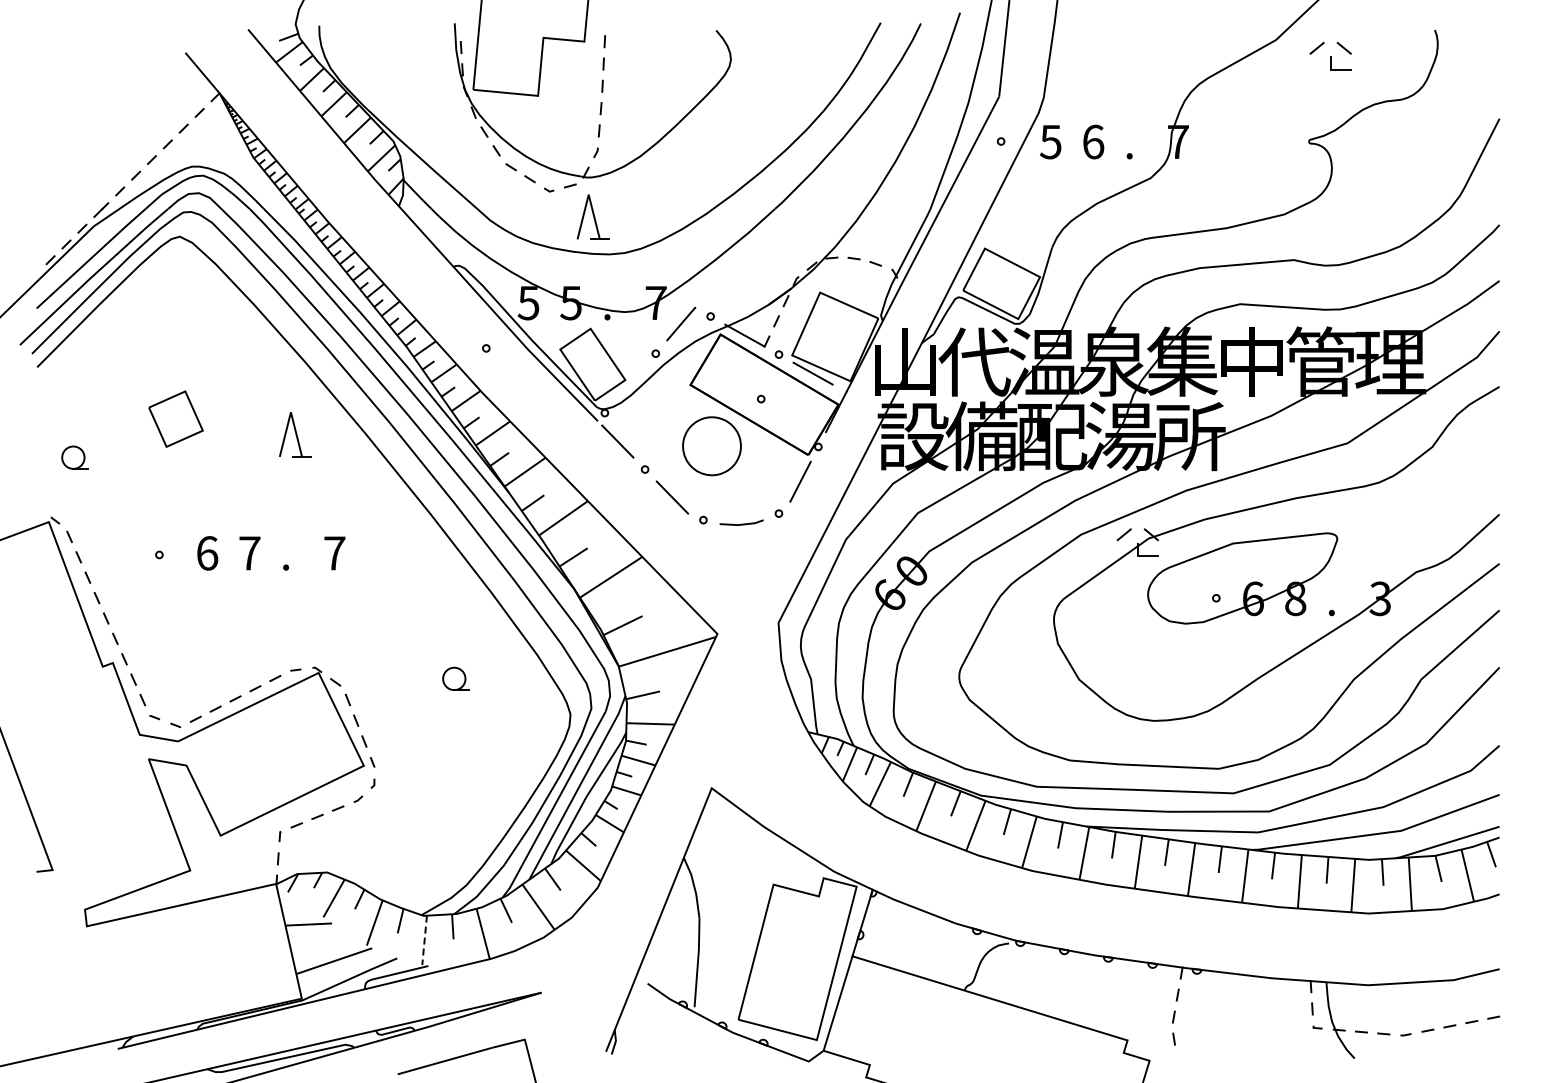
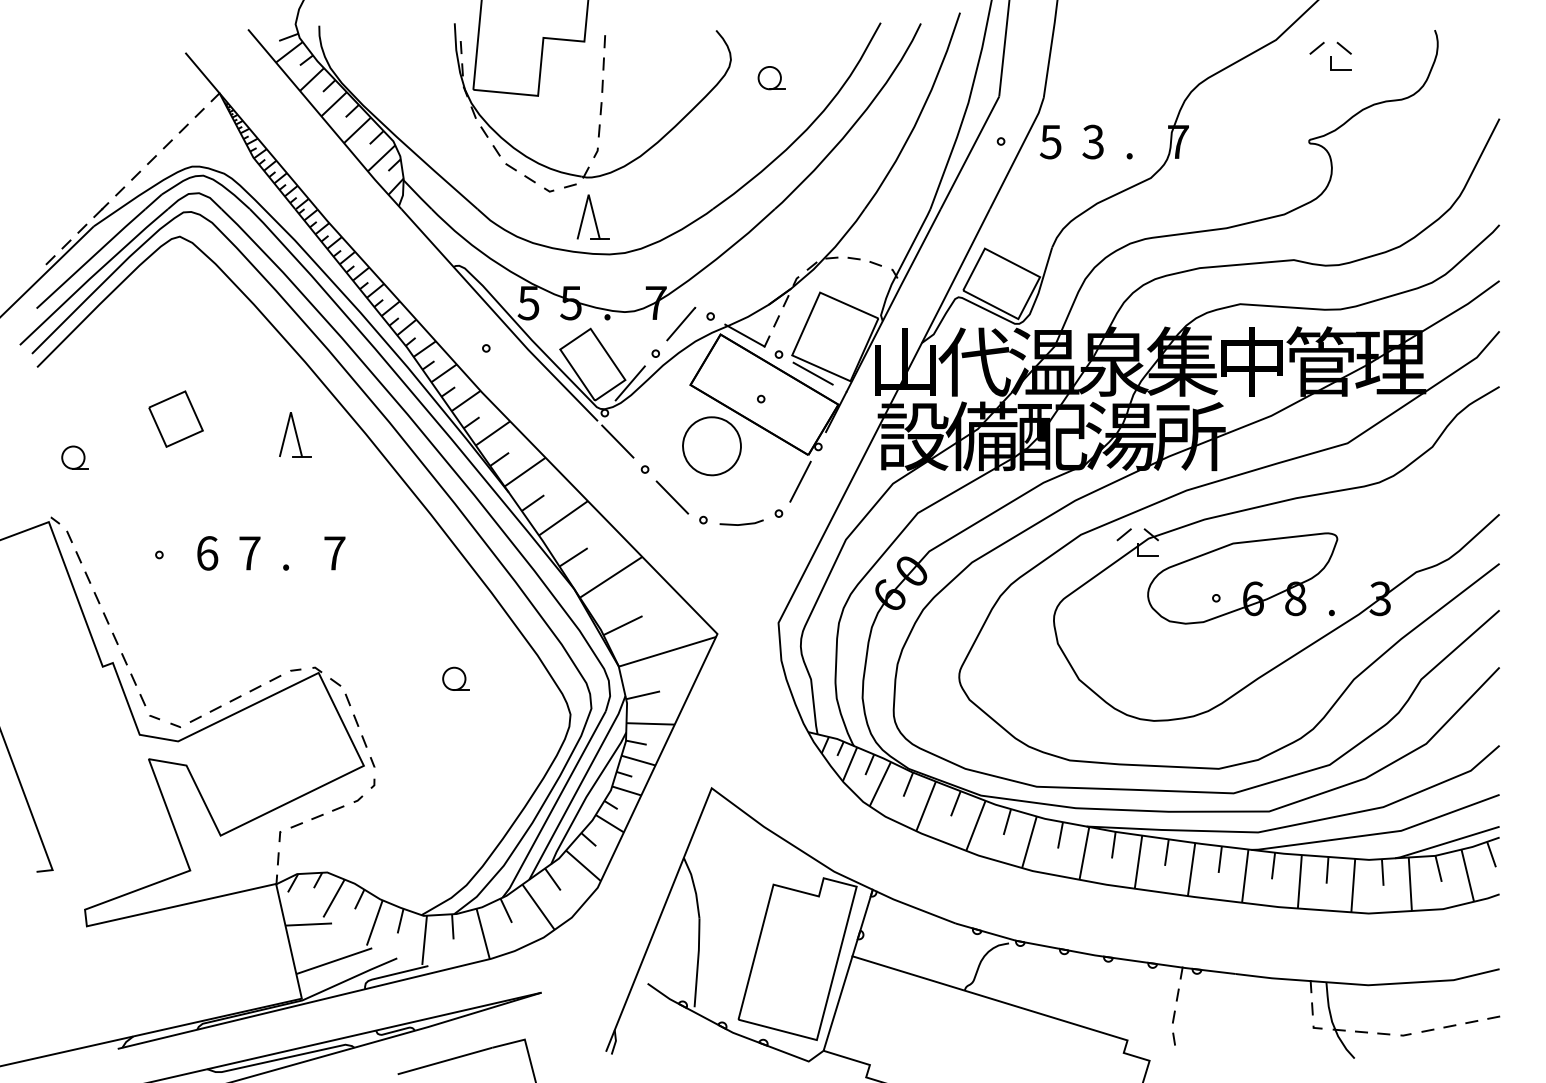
part at (771, 78): none -> present
text at (1093, 141): 6 -> 3
line at (629, 383): none -> present
line at (424, 940): dashed -> solid
